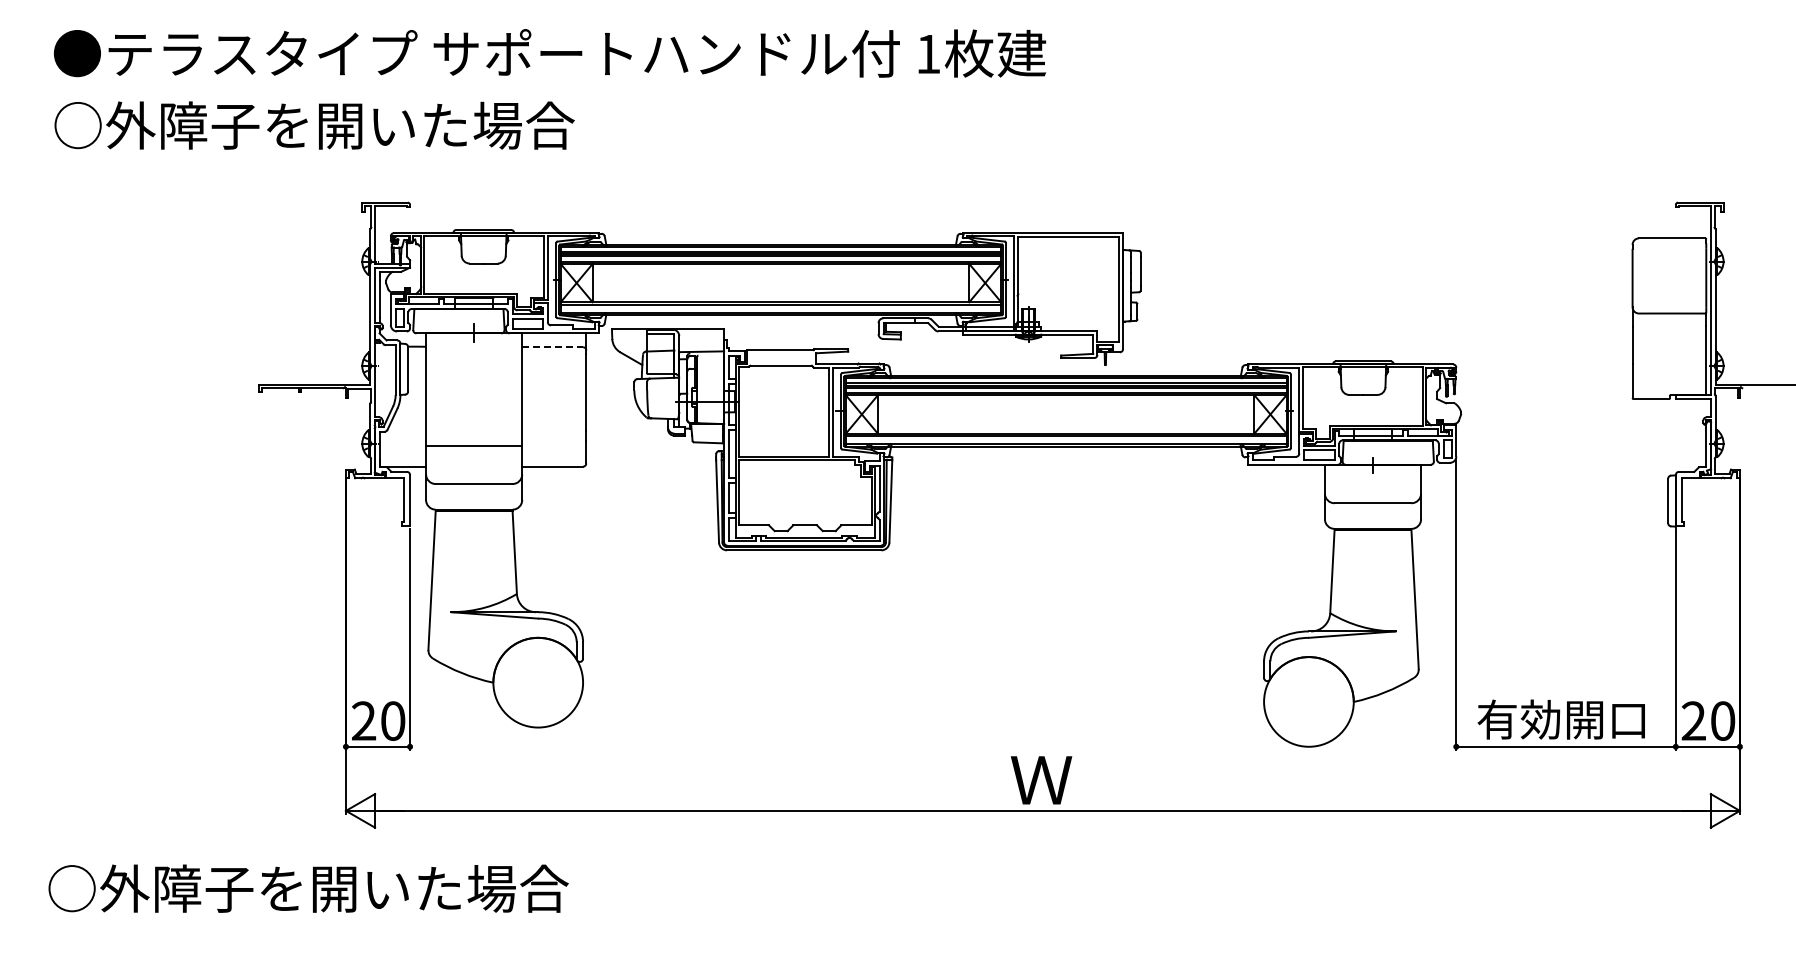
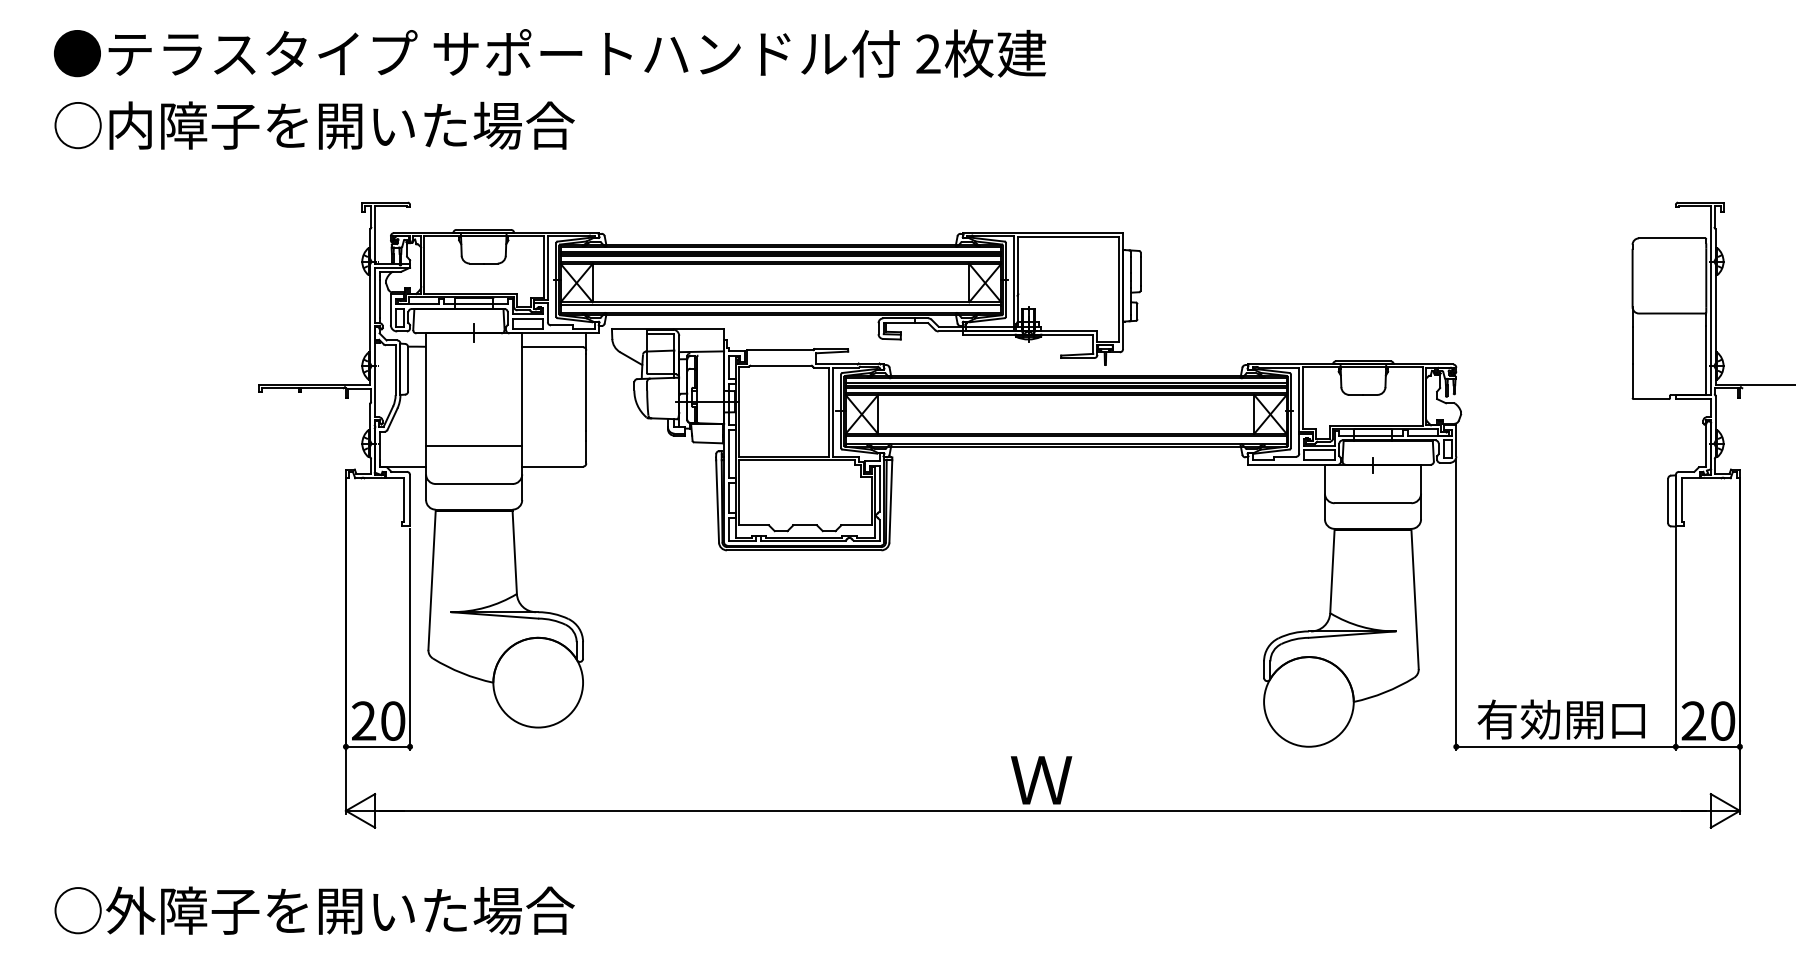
text at (928, 53): 1 -> 2
text at (130, 125): ○外障子を開いた場合 -> ○内障子を開いた場合
line at (553, 347): dashed -> solid
text at (308, 888) position: (308, 888) -> (314, 910)
